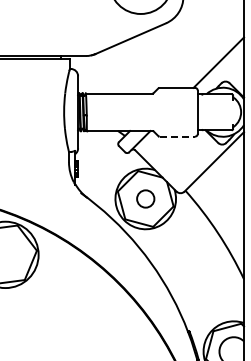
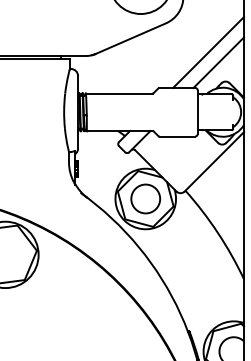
line at (208, 52): none -> present
line at (177, 136): dashed -> solid
circle at (145, 198) diameter: 17 px -> 29 px
